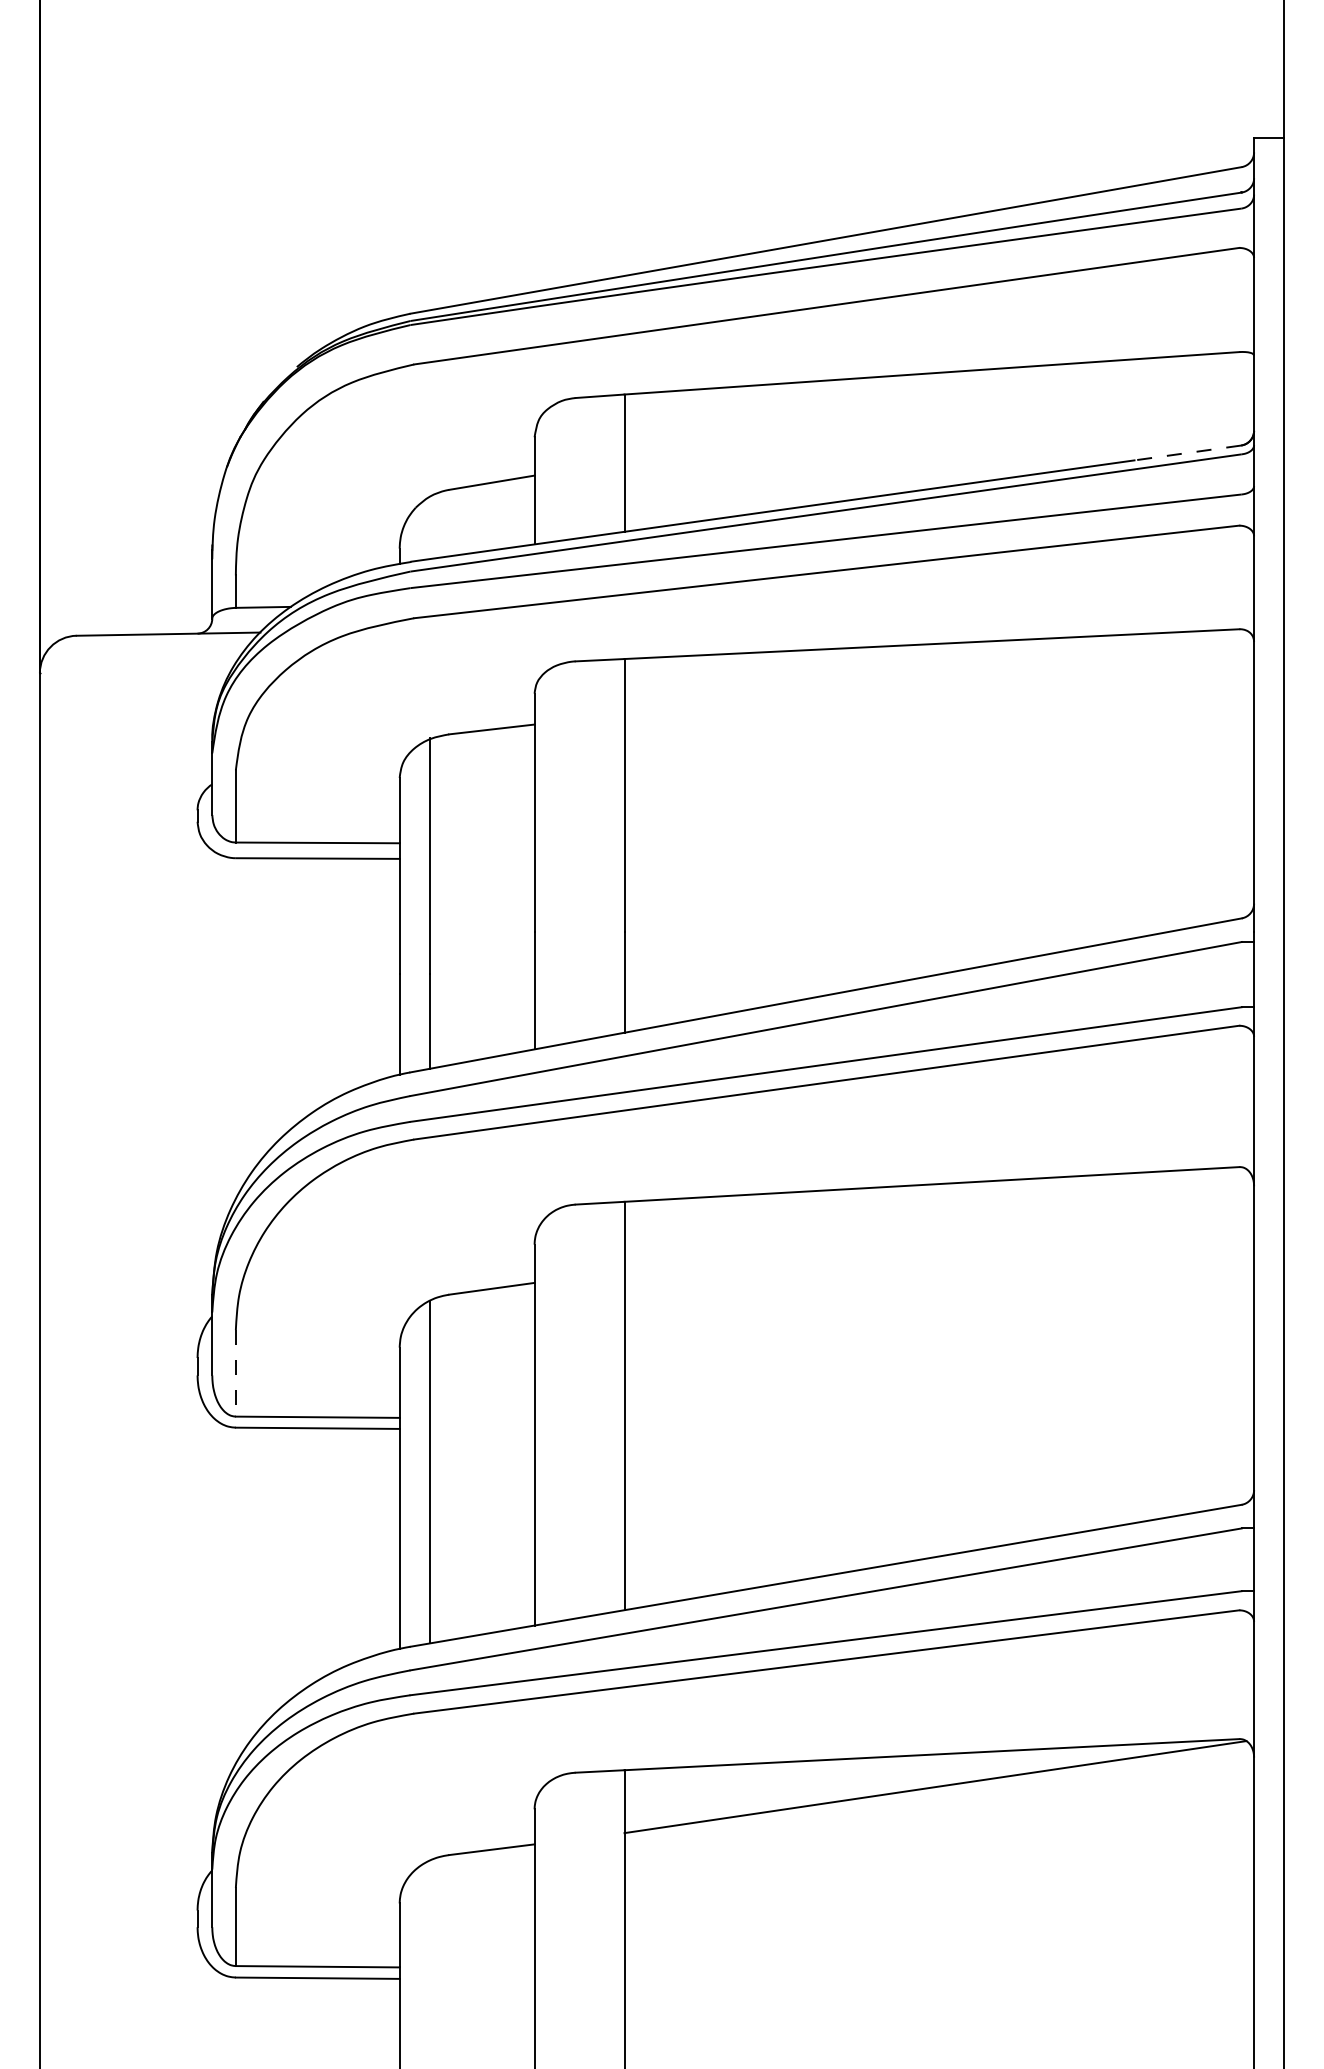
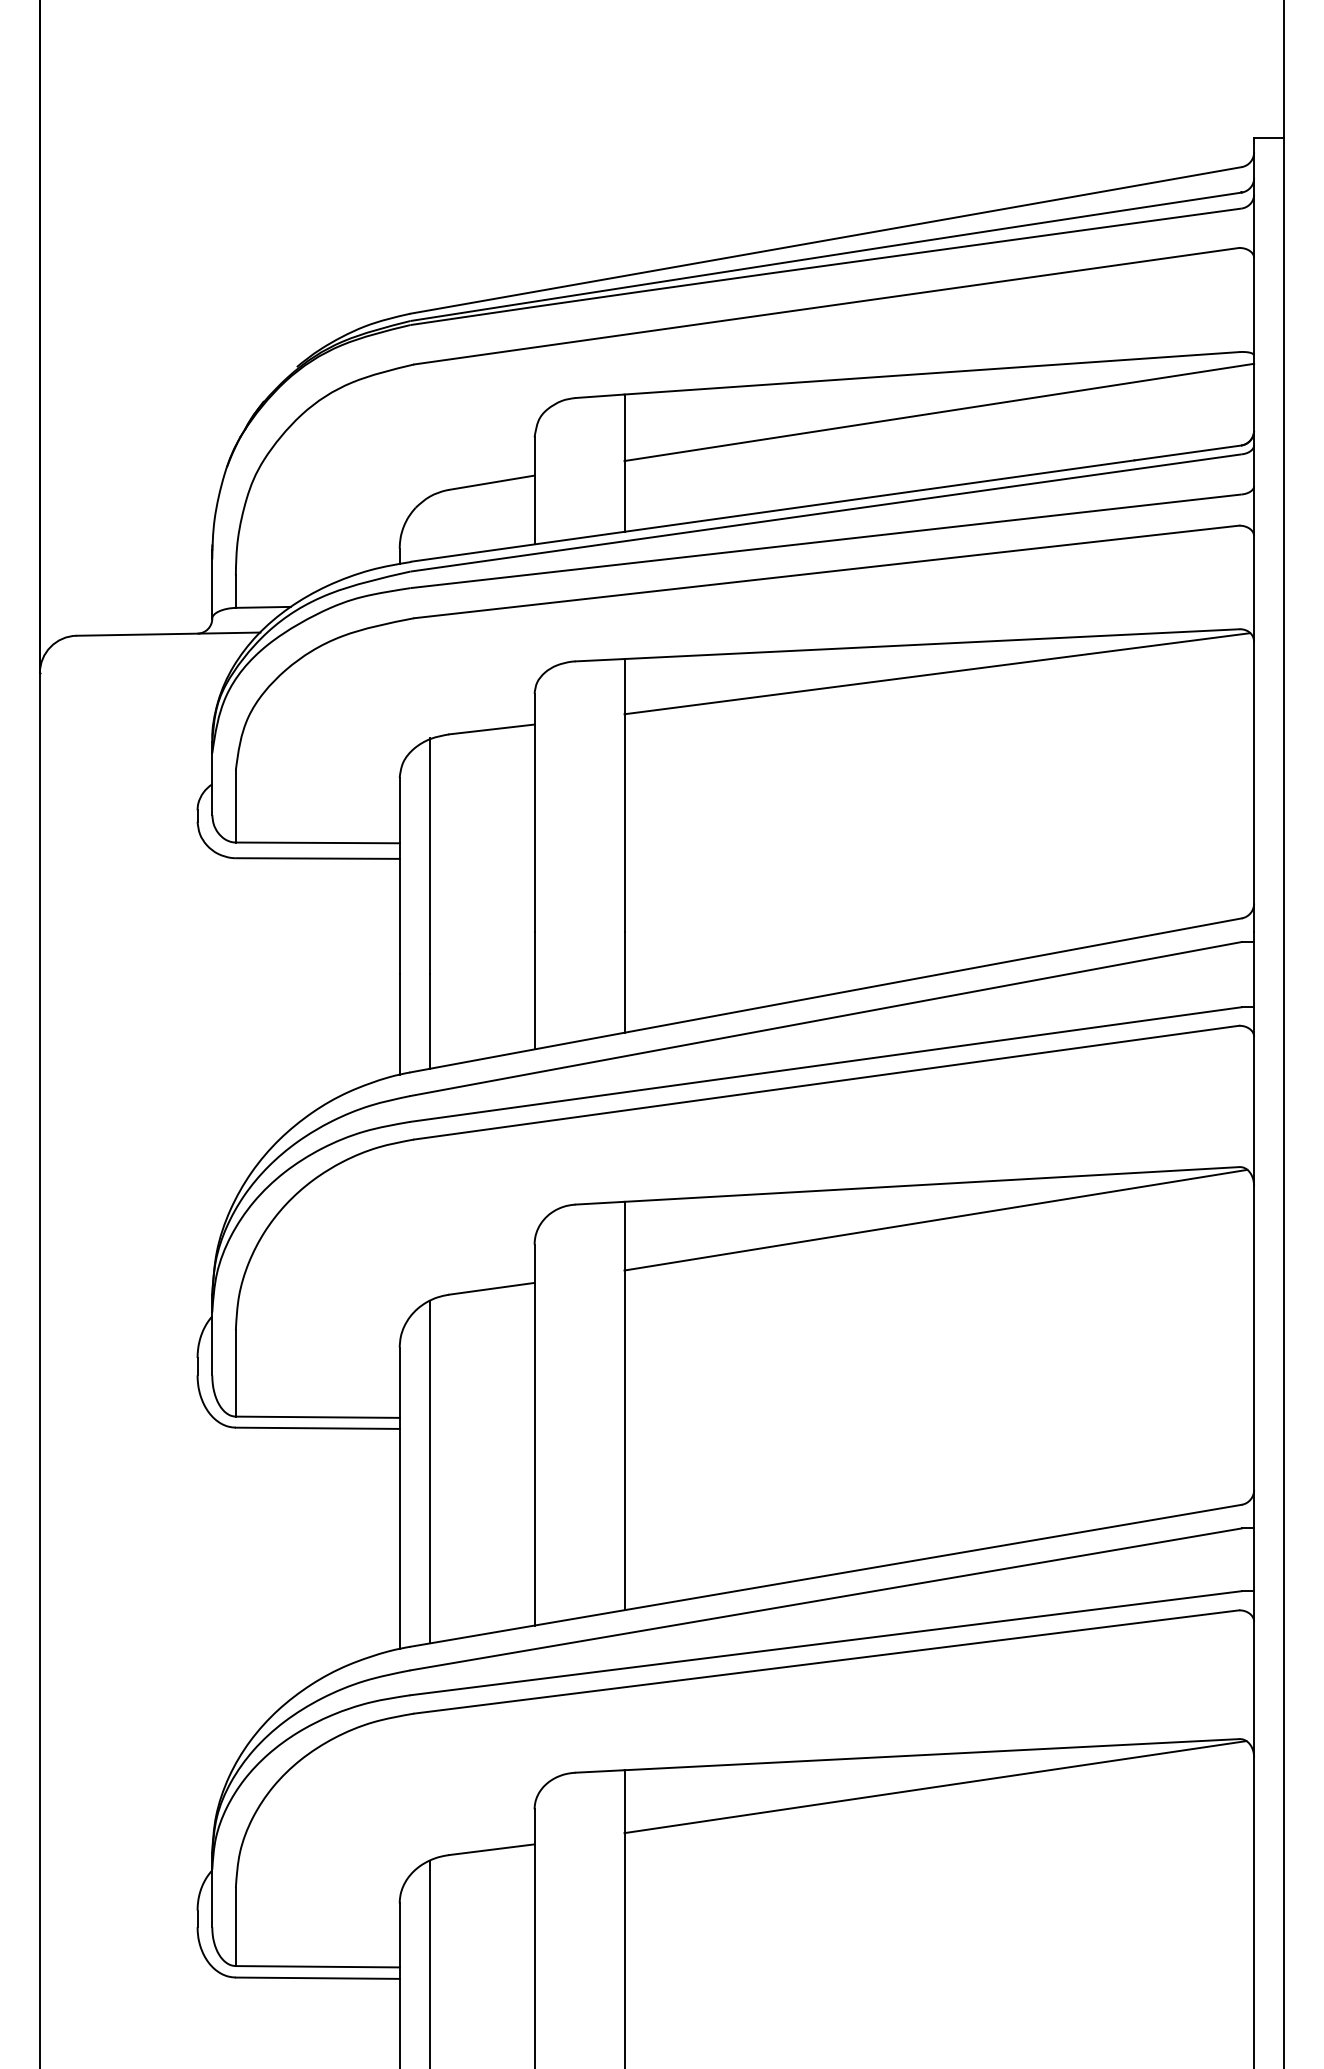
line at (939, 412): none -> present
line at (1187, 452): dashed -> solid
line at (937, 673): none -> present
line at (935, 1219): none -> present
line at (235, 1373): dashed -> solid
line at (429, 1962): none -> present
